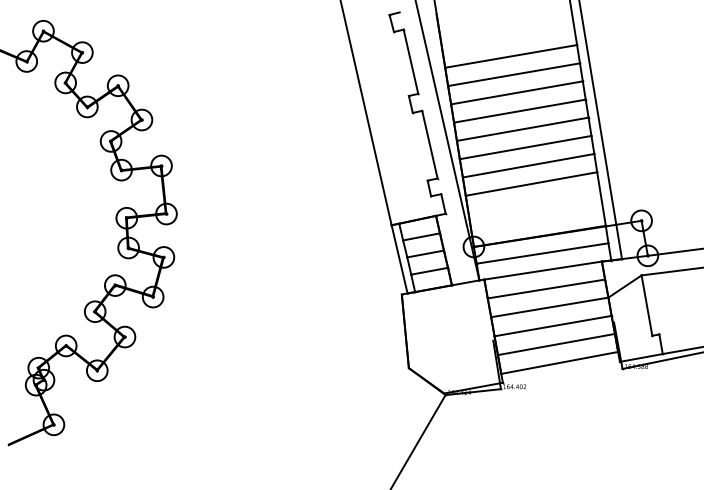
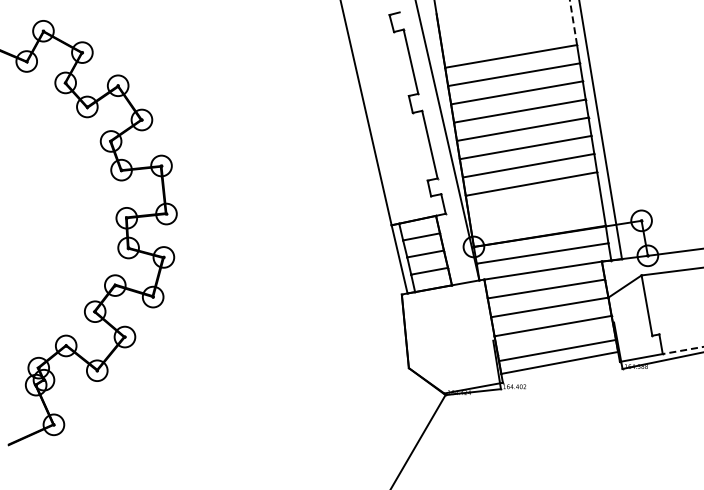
line at (573, 22): solid -> dashed
line at (555, 344) position: (555, 344) -> (556, 350)
line at (683, 350): solid -> dashed
